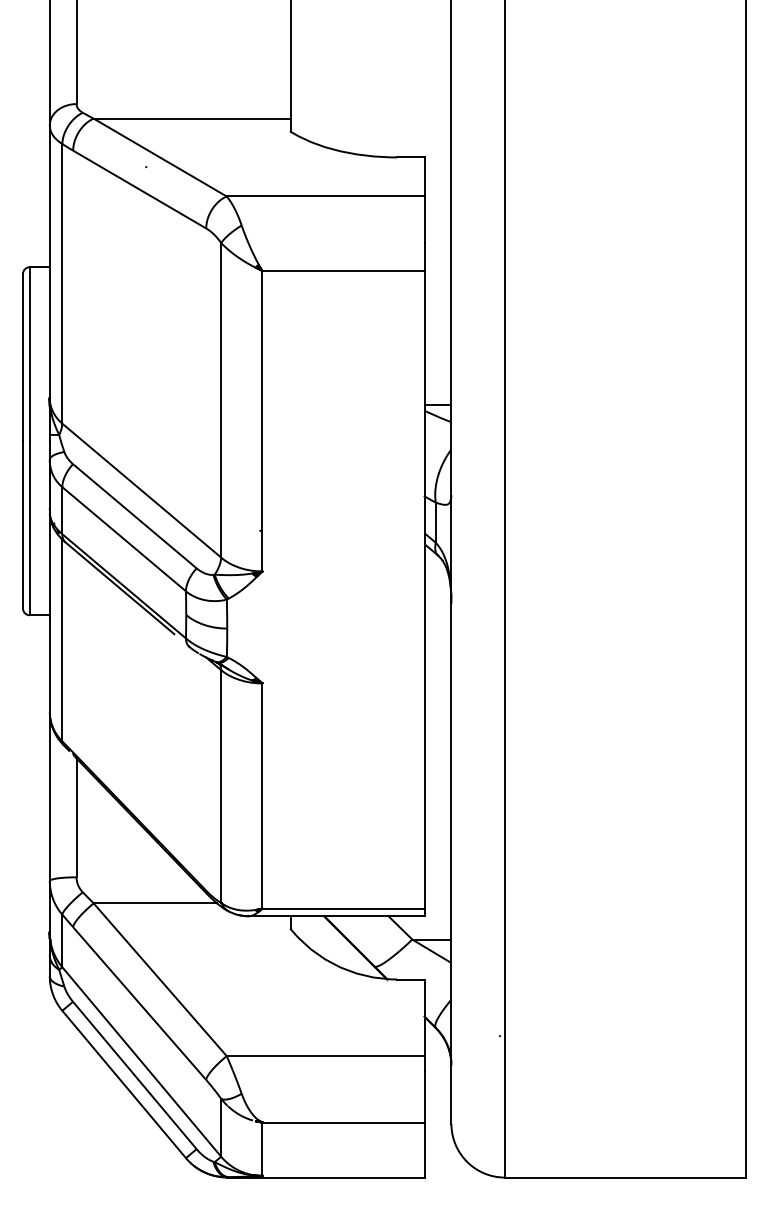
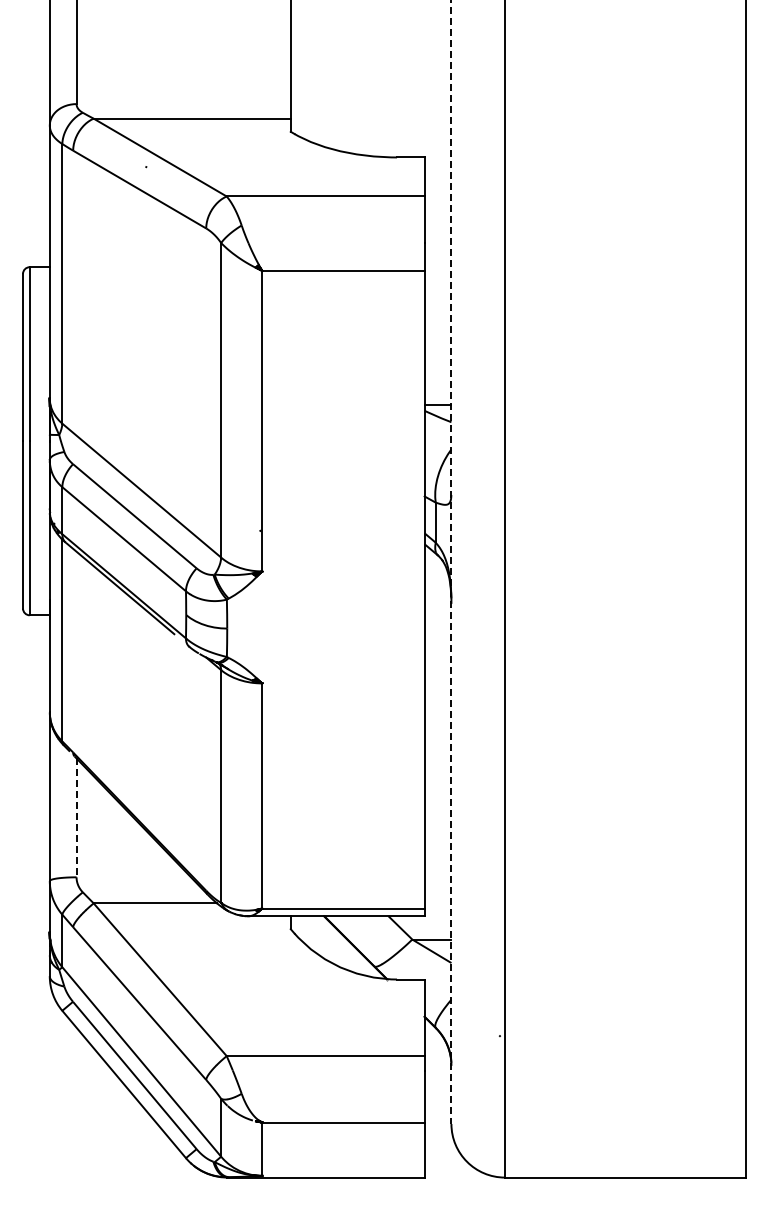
line at (451, 562): solid -> dashed
line at (76, 818): solid -> dashed
